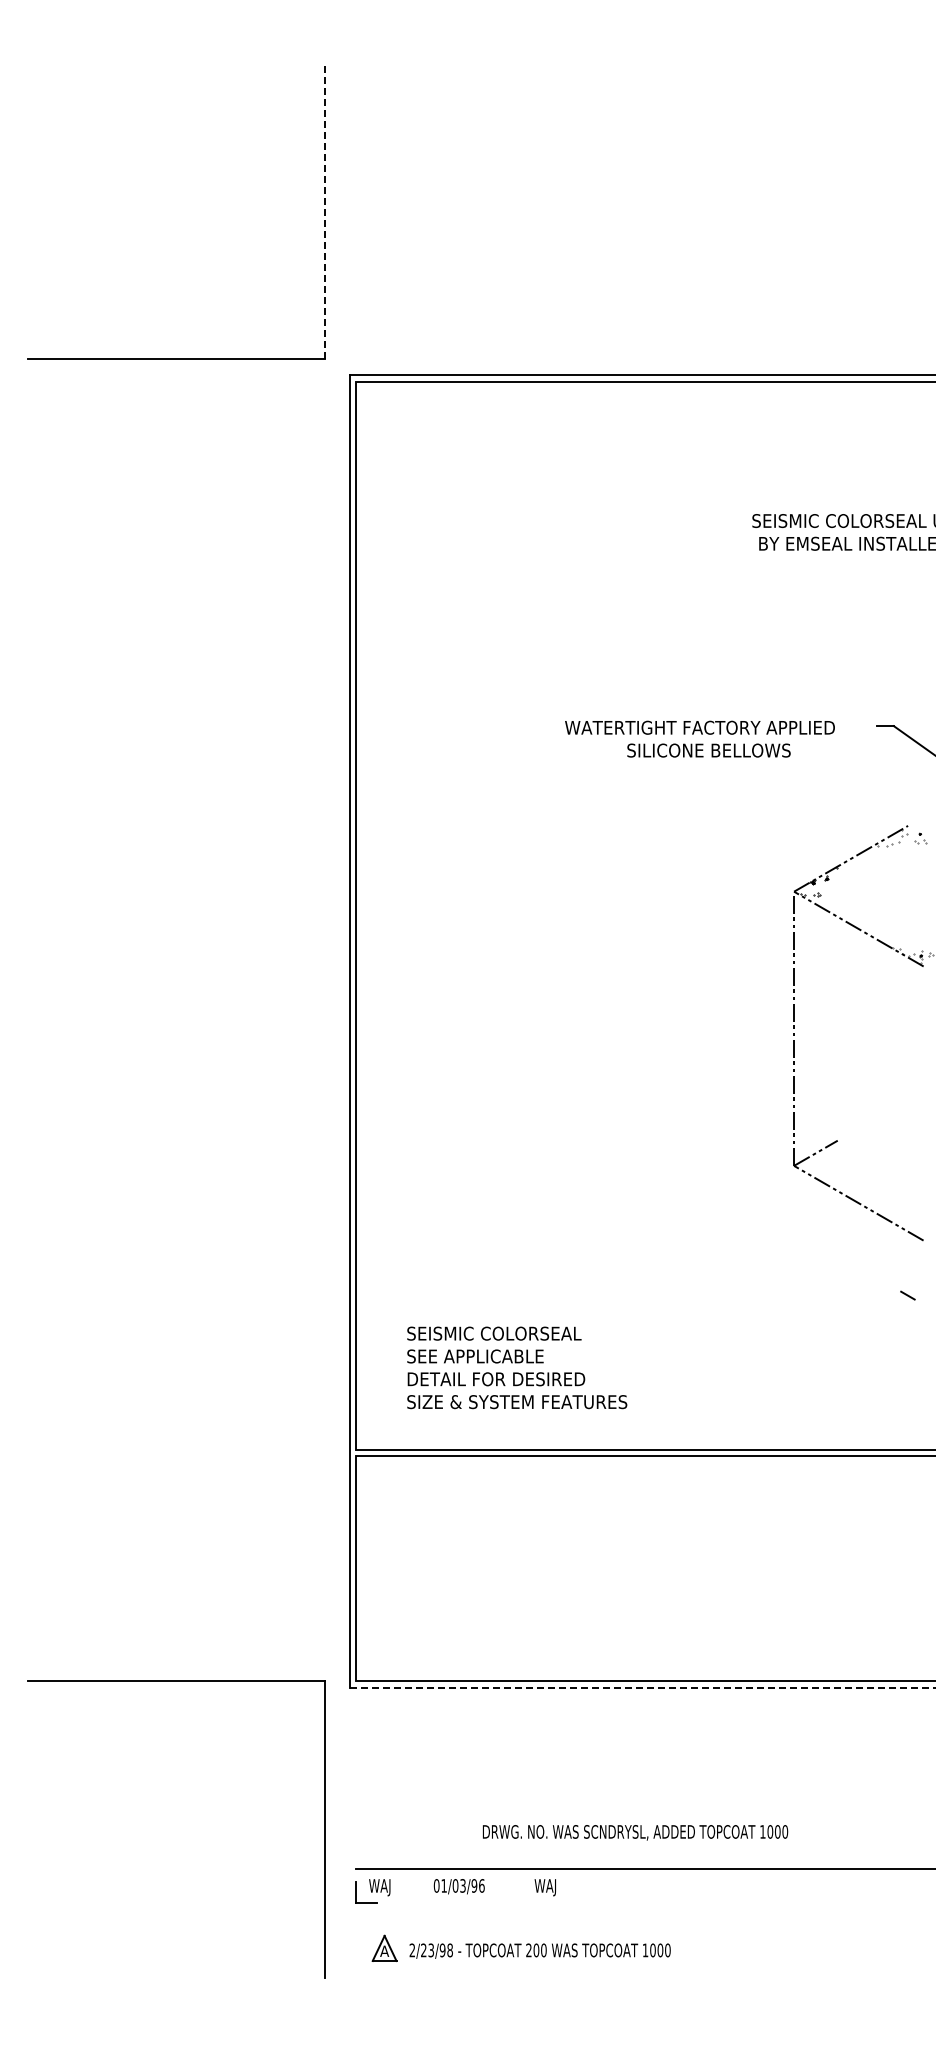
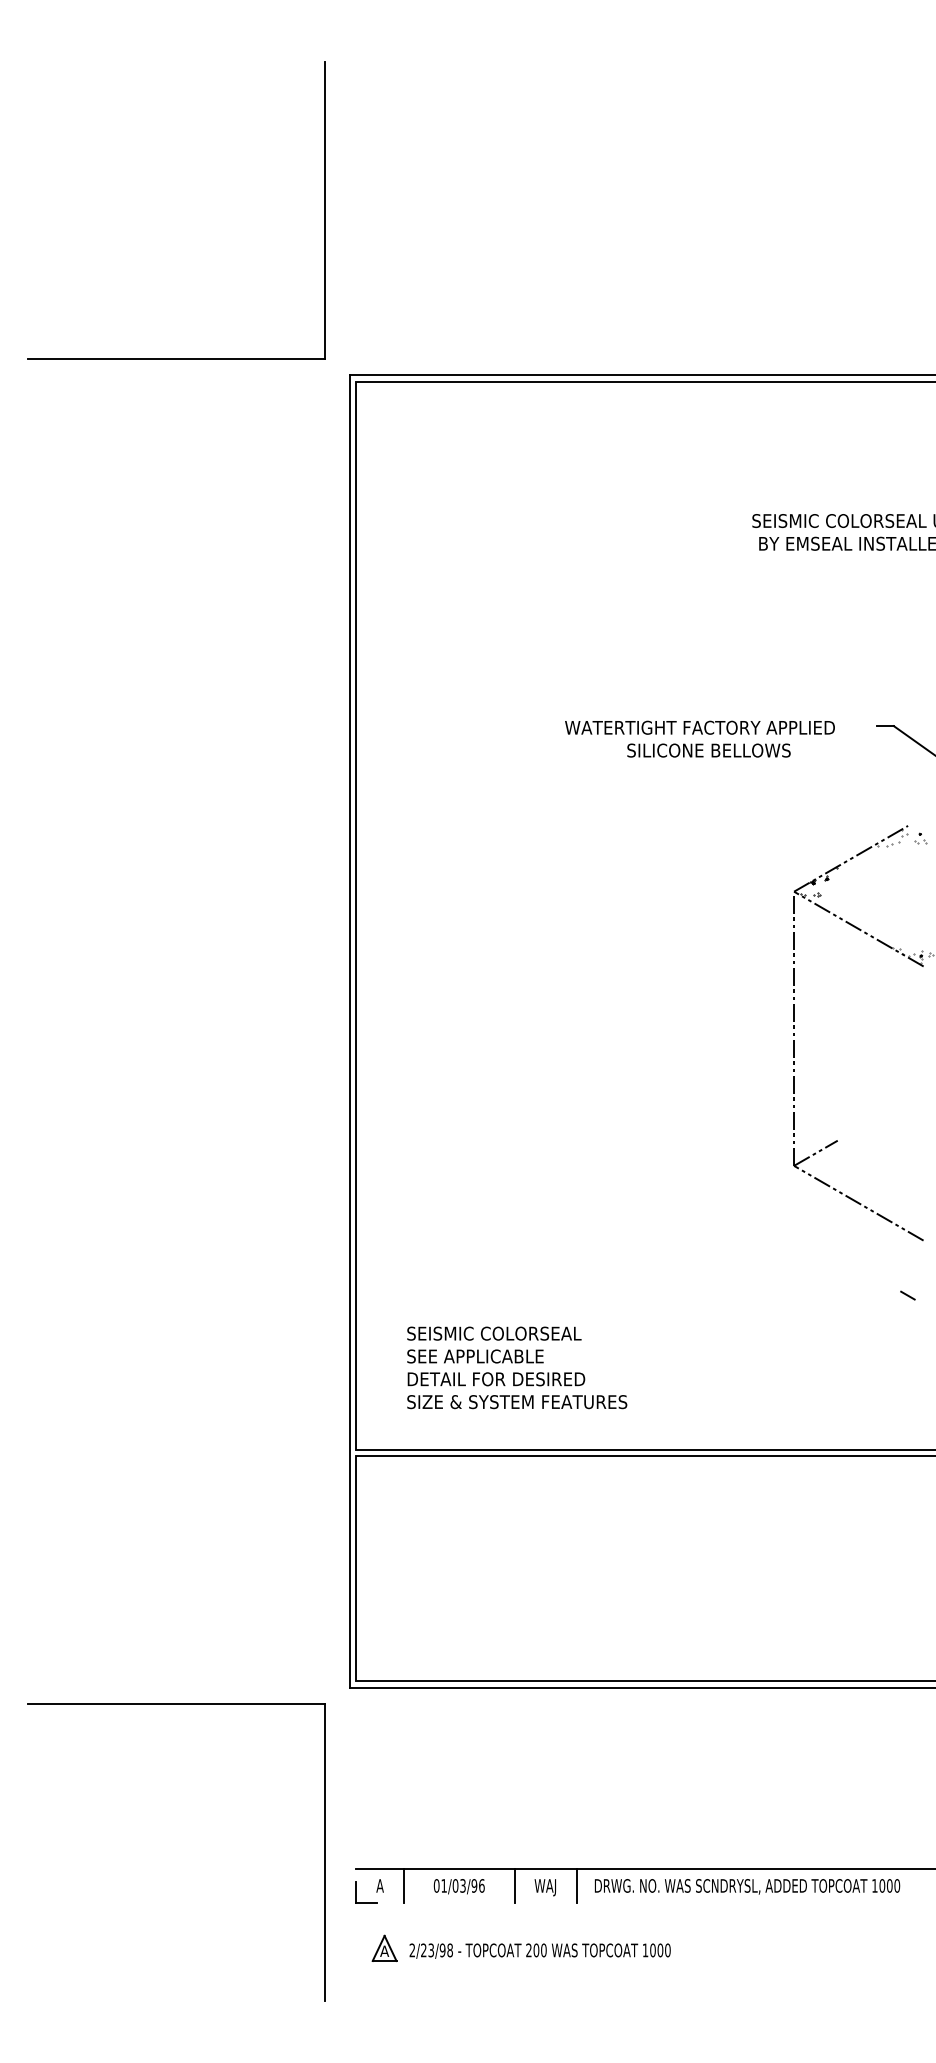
line at (324, 209): dashed -> solid
part at (176, 1681) position: (176, 1681) -> (176, 1704)
line at (642, 1687): dashed -> solid
text at (635, 1832) position: (635, 1832) -> (747, 1886)
line at (403, 1885): none -> present
line at (514, 1885): none -> present
line at (576, 1885): none -> present
text at (379, 1887): WAJ -> A
